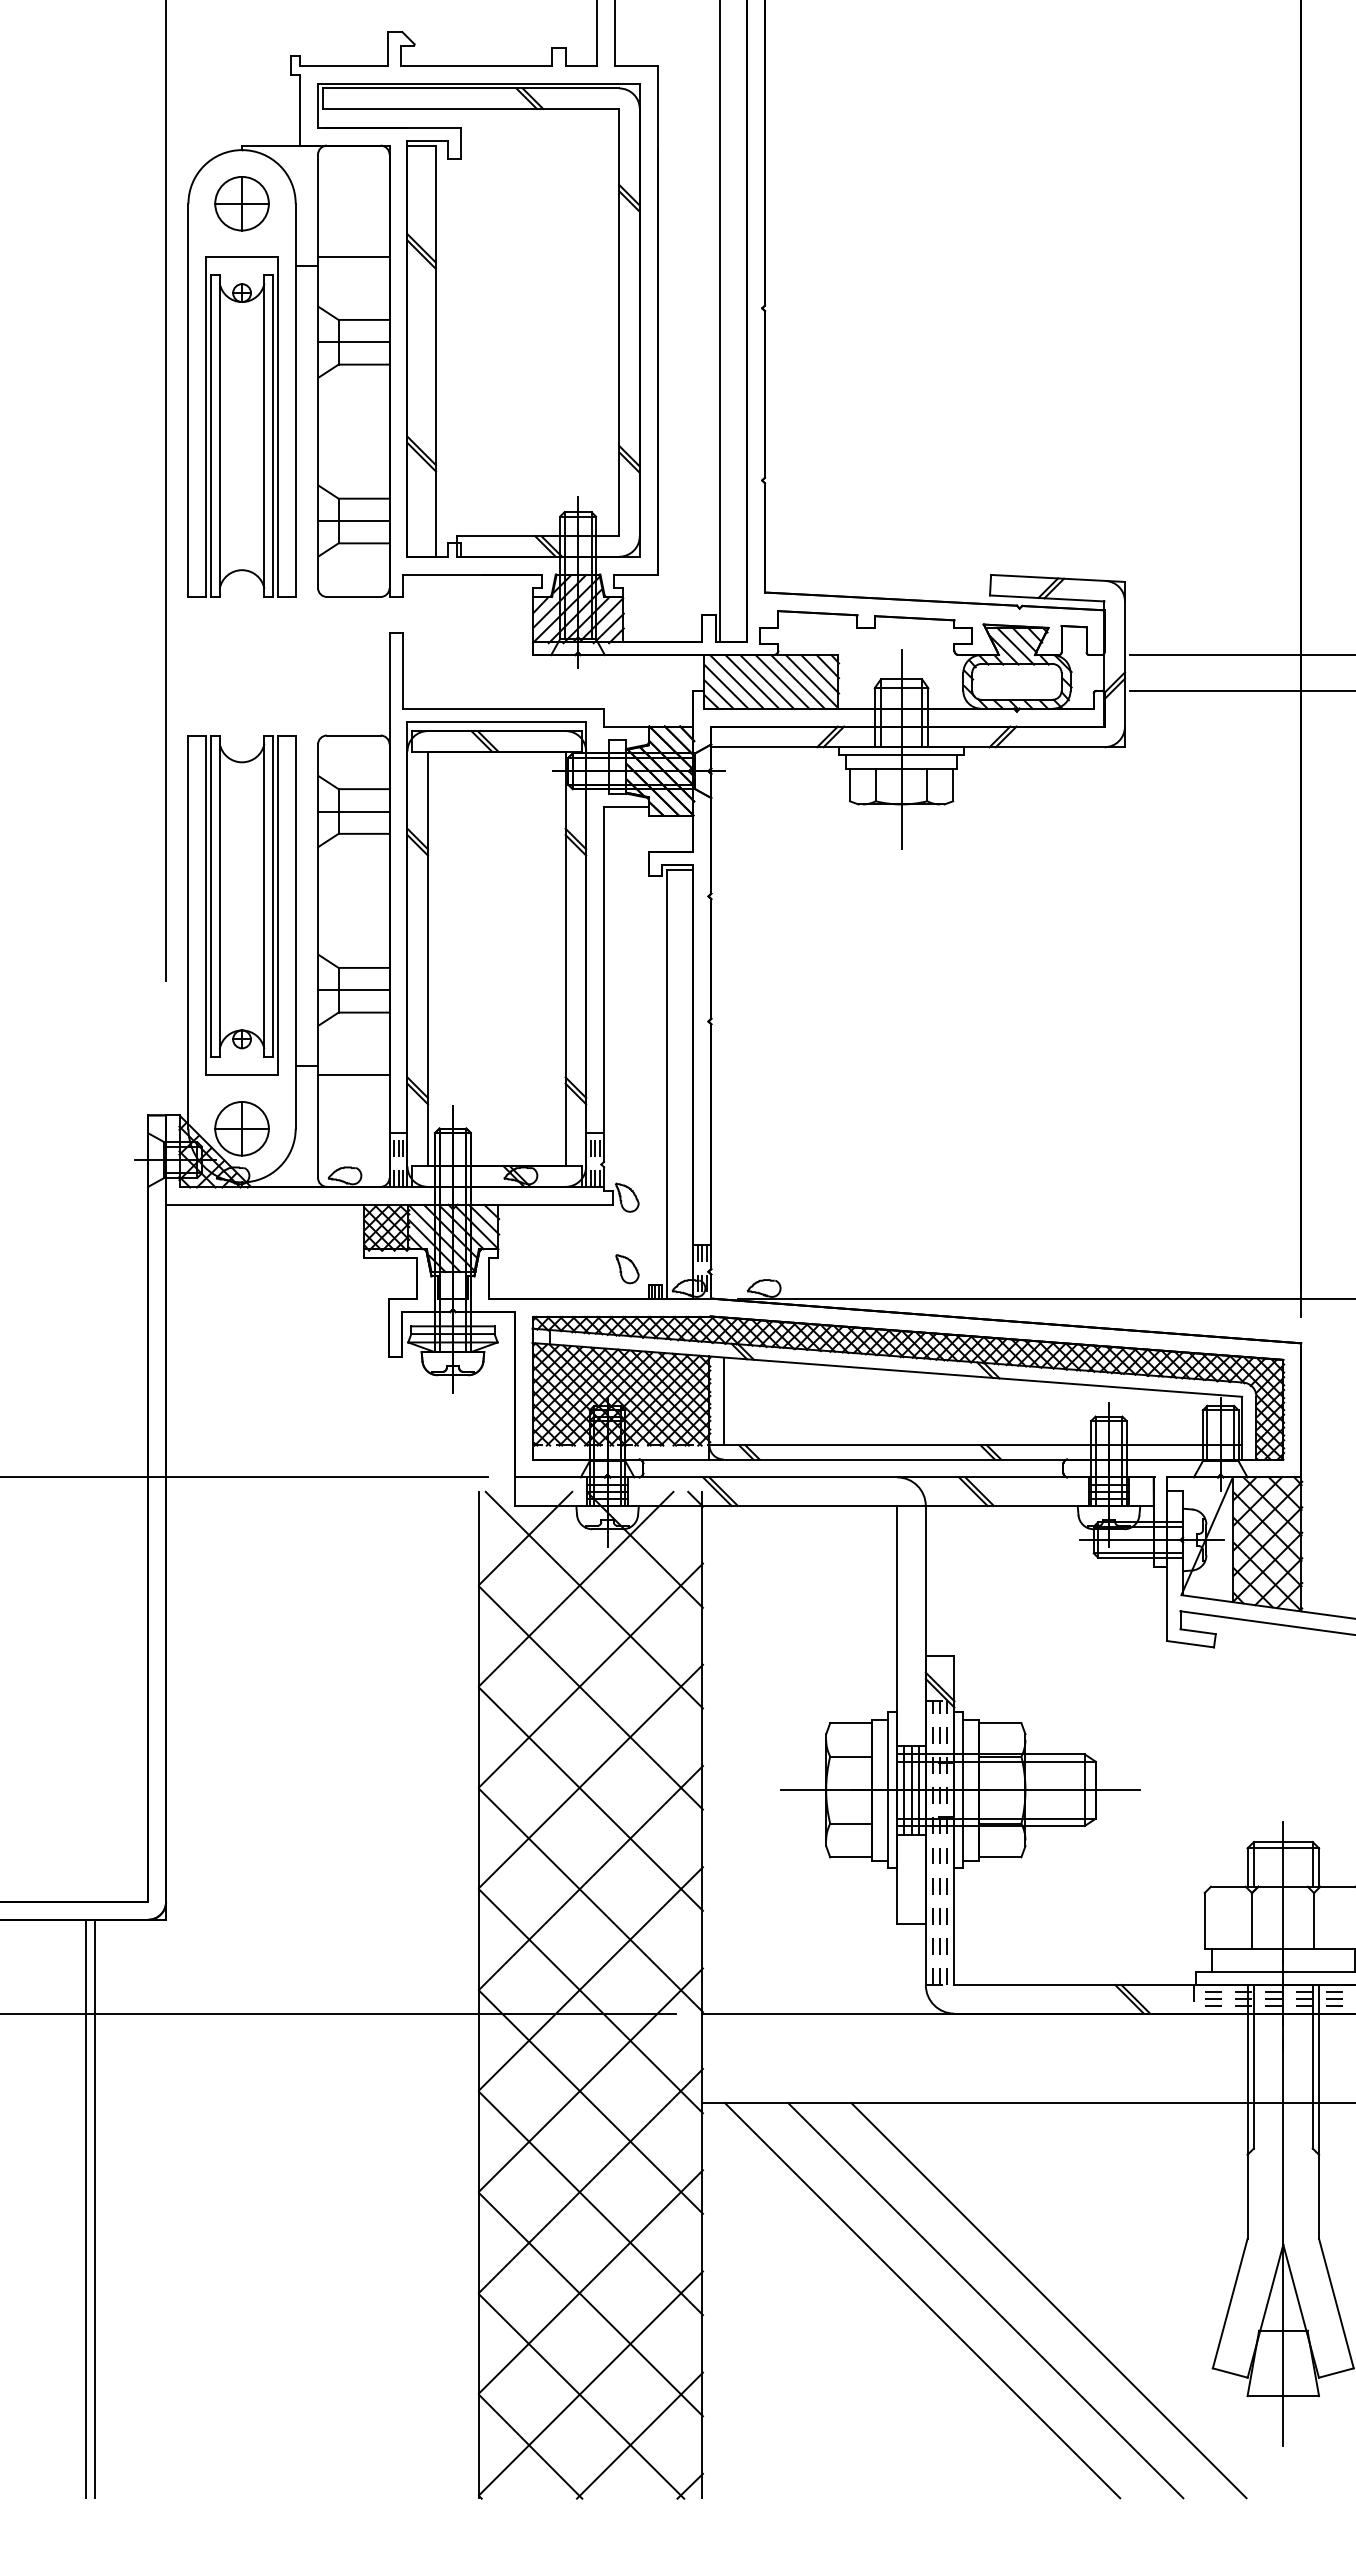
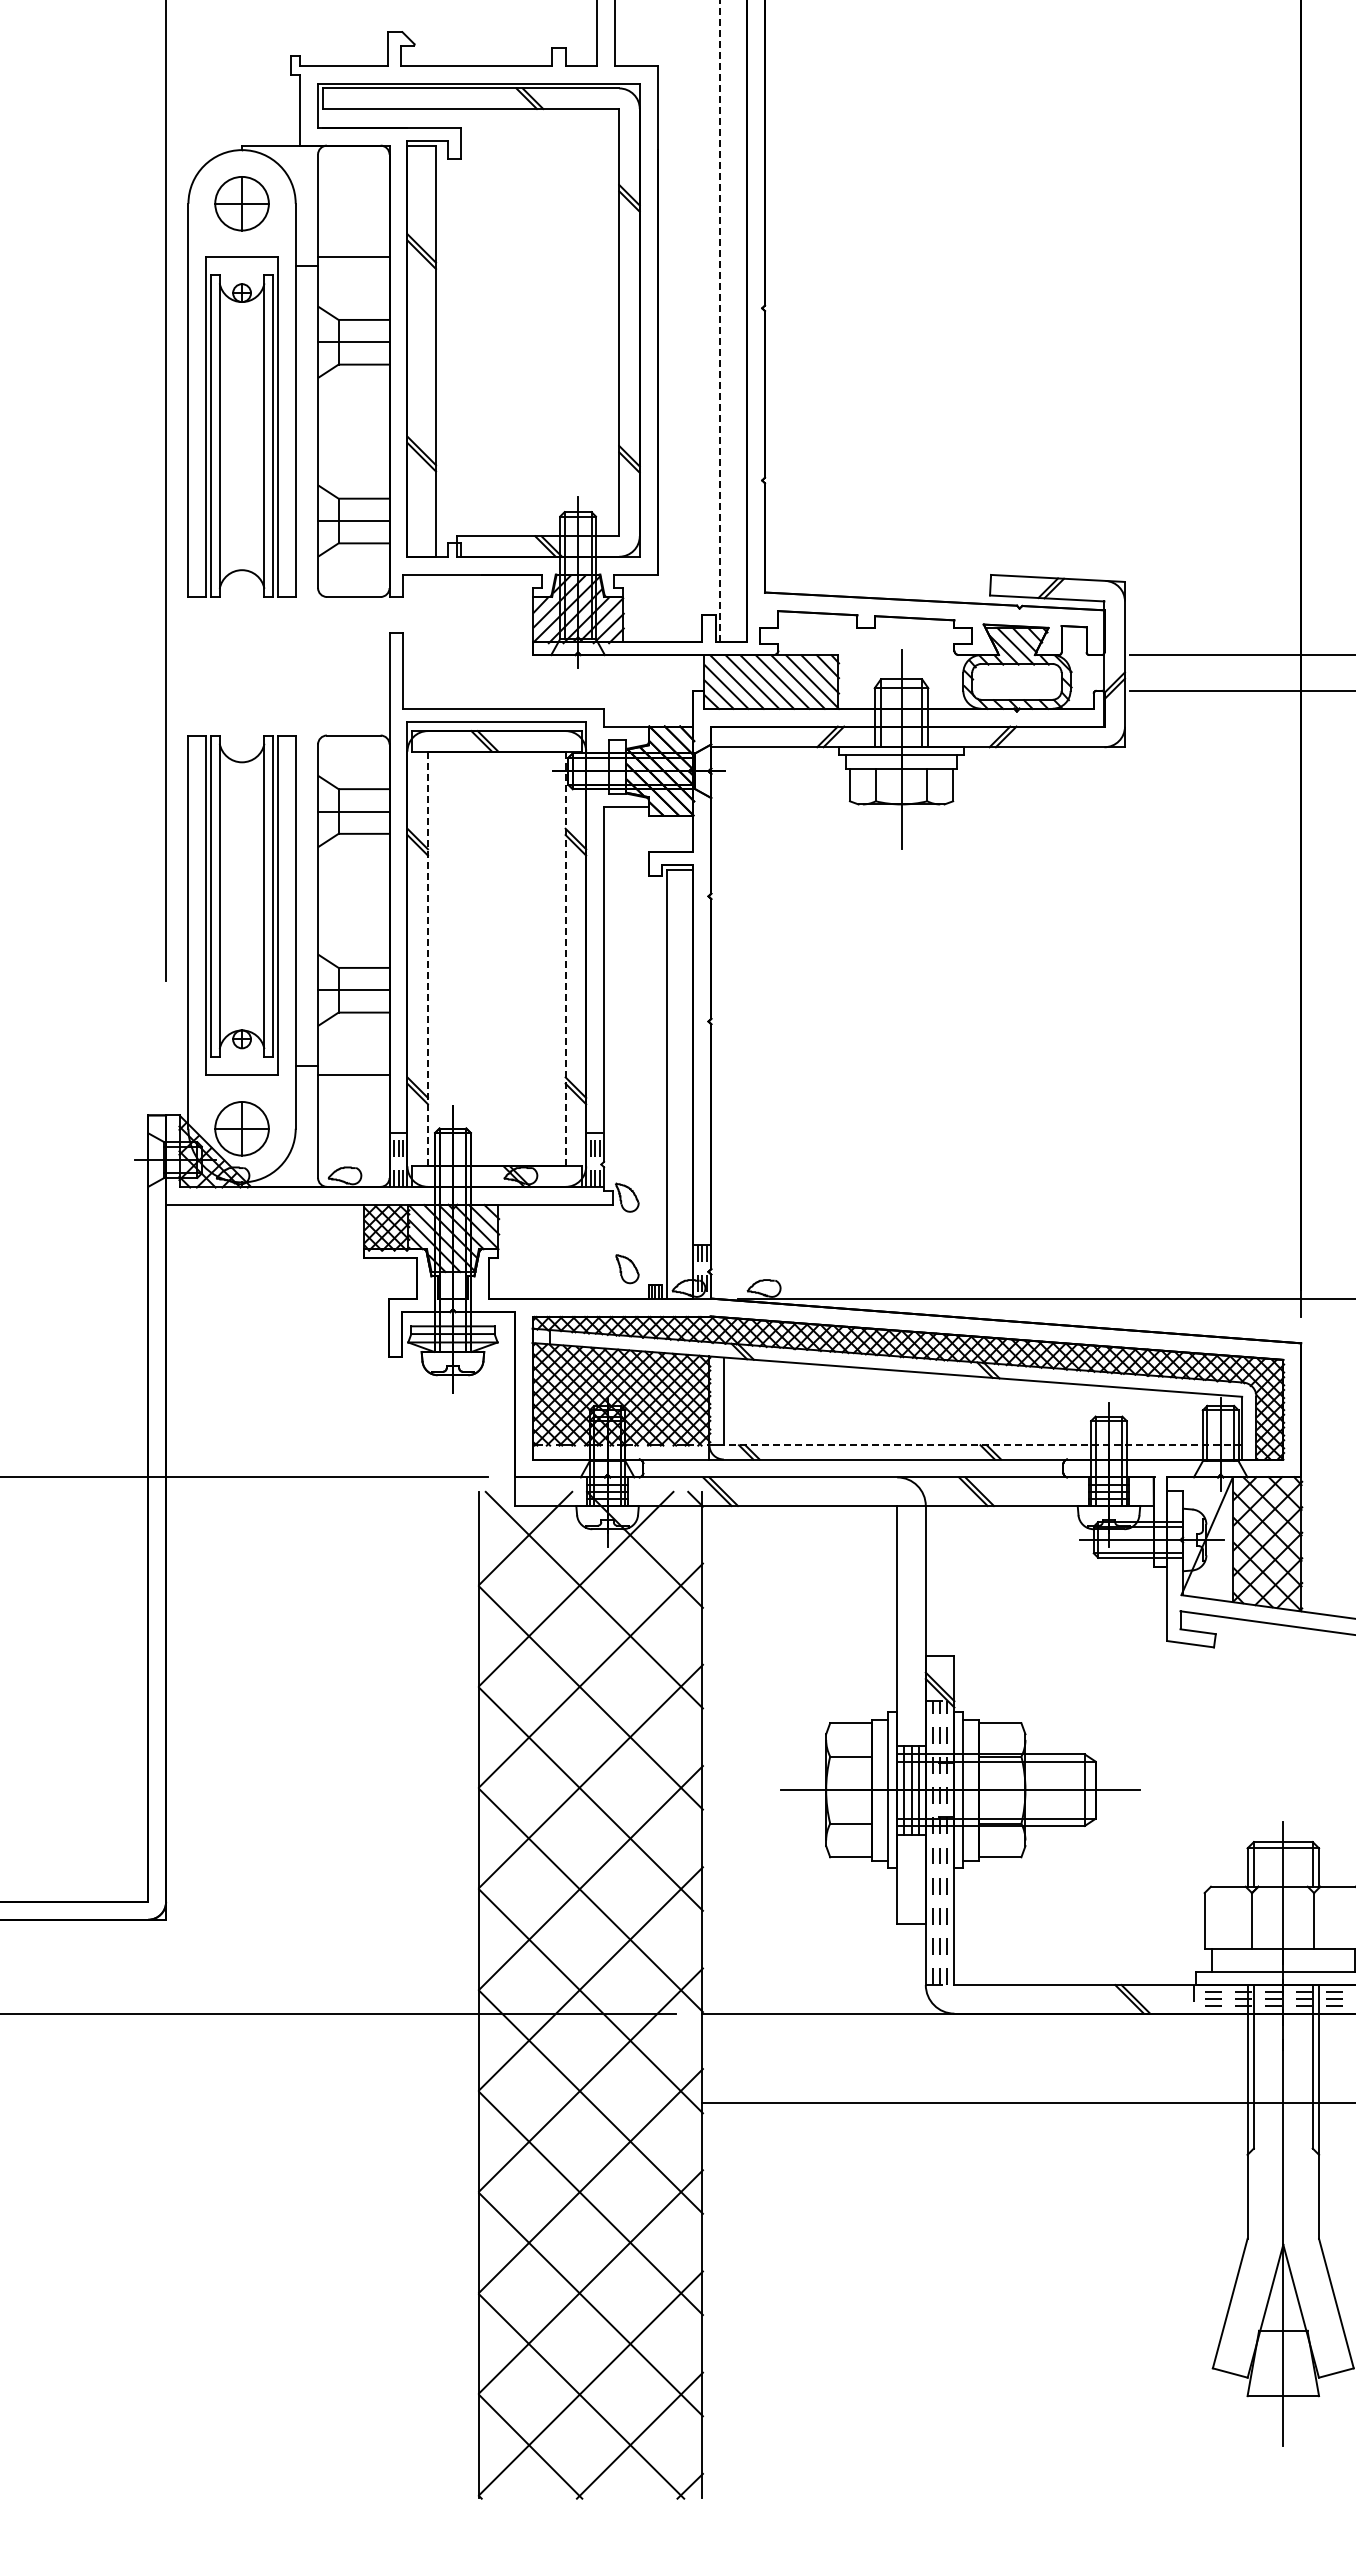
line at (720, 321): solid -> dashed
line at (427, 959): solid -> dashed
line at (565, 959): solid -> dashed
line at (982, 1445): solid -> dashed
line at (85, 2208): present -> none
line at (94, 2208): present -> none
line at (922, 2300): present -> none
line at (985, 2300): present -> none
line at (1048, 2300): present -> none
